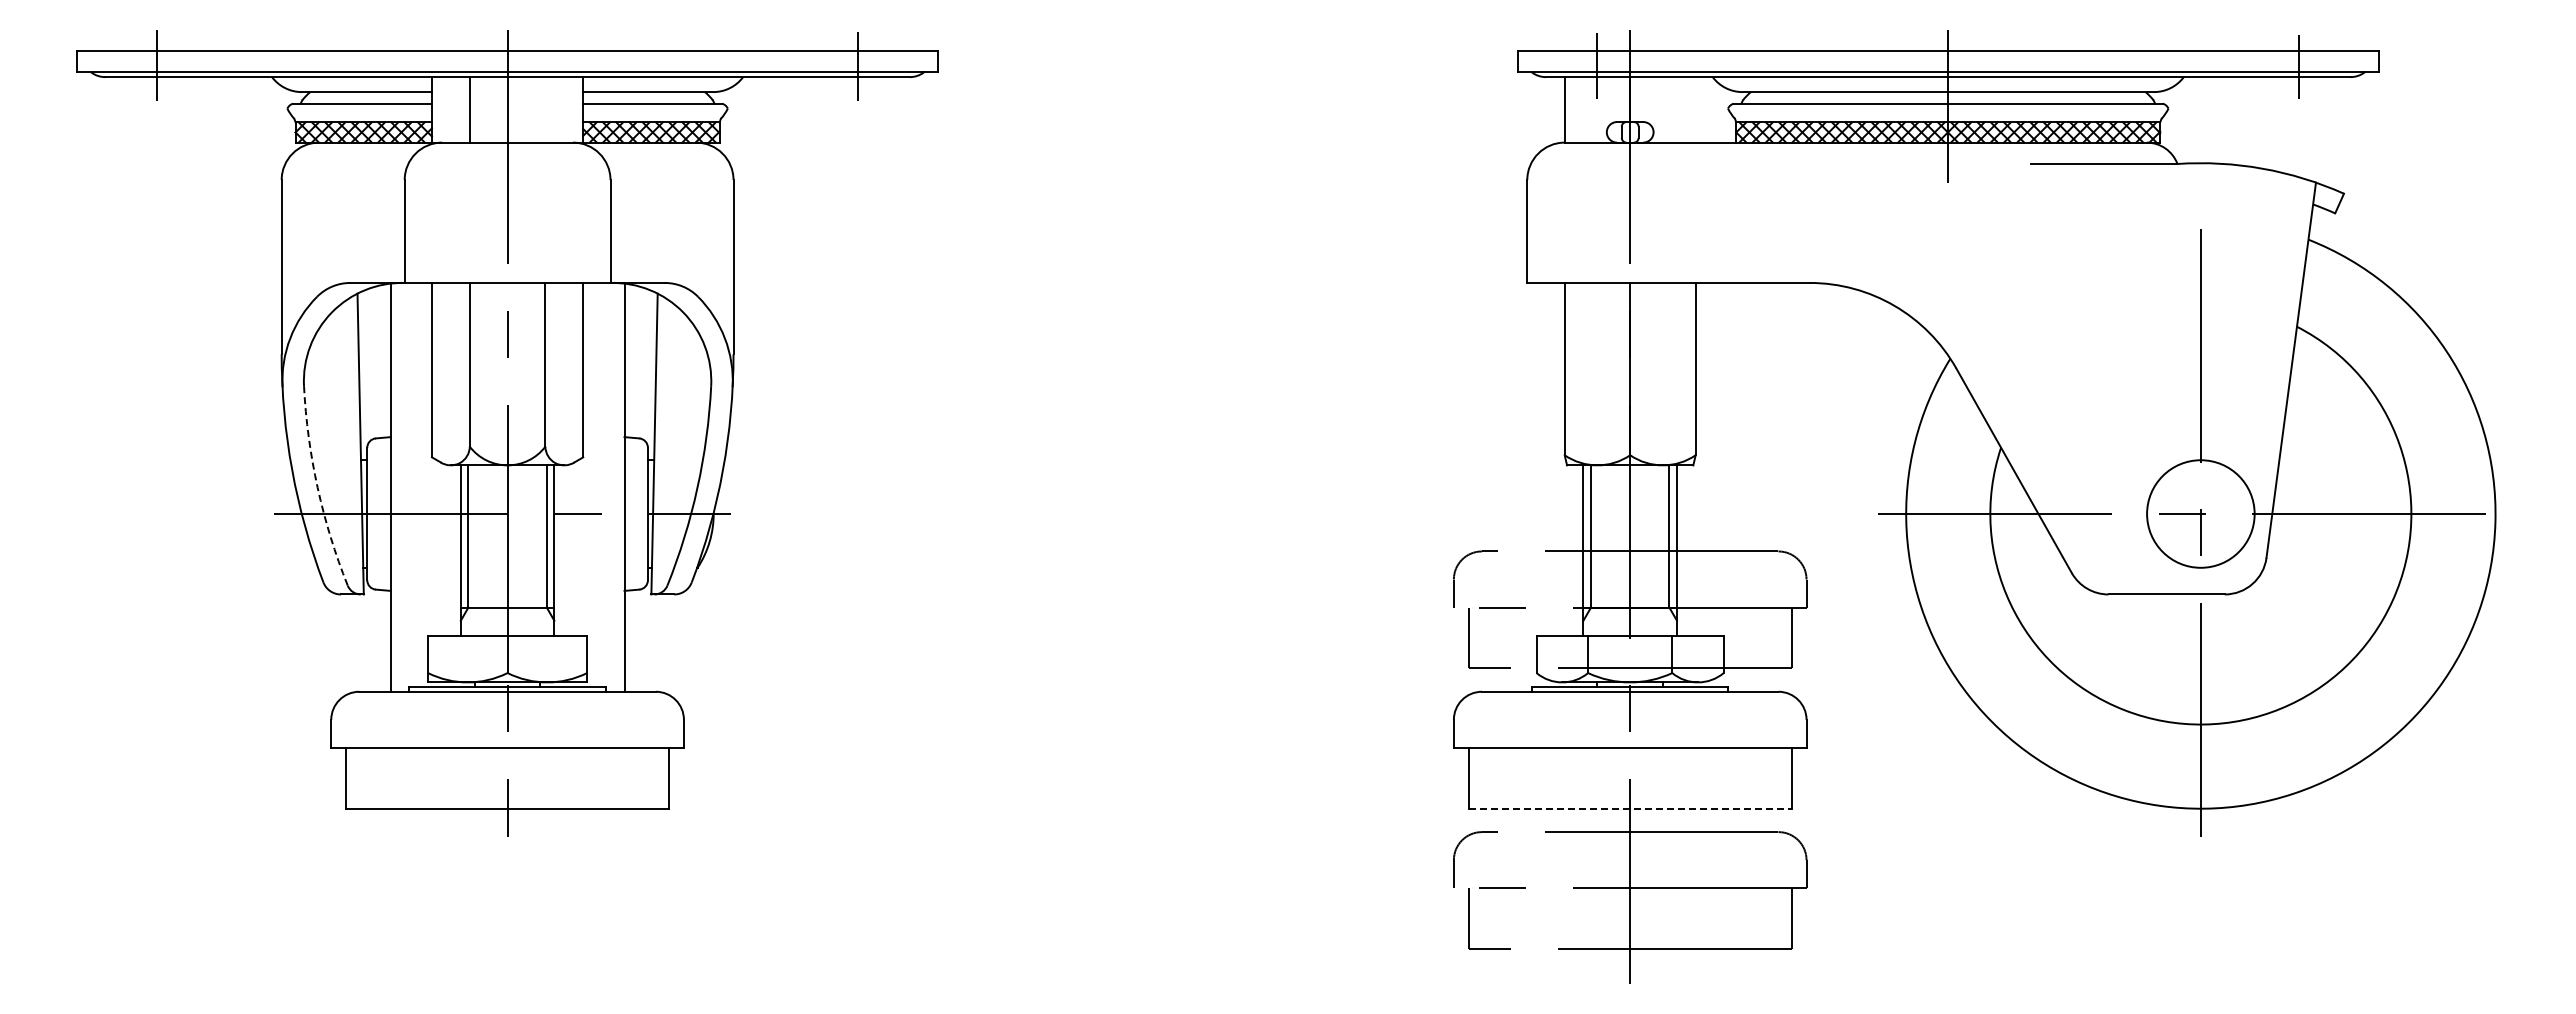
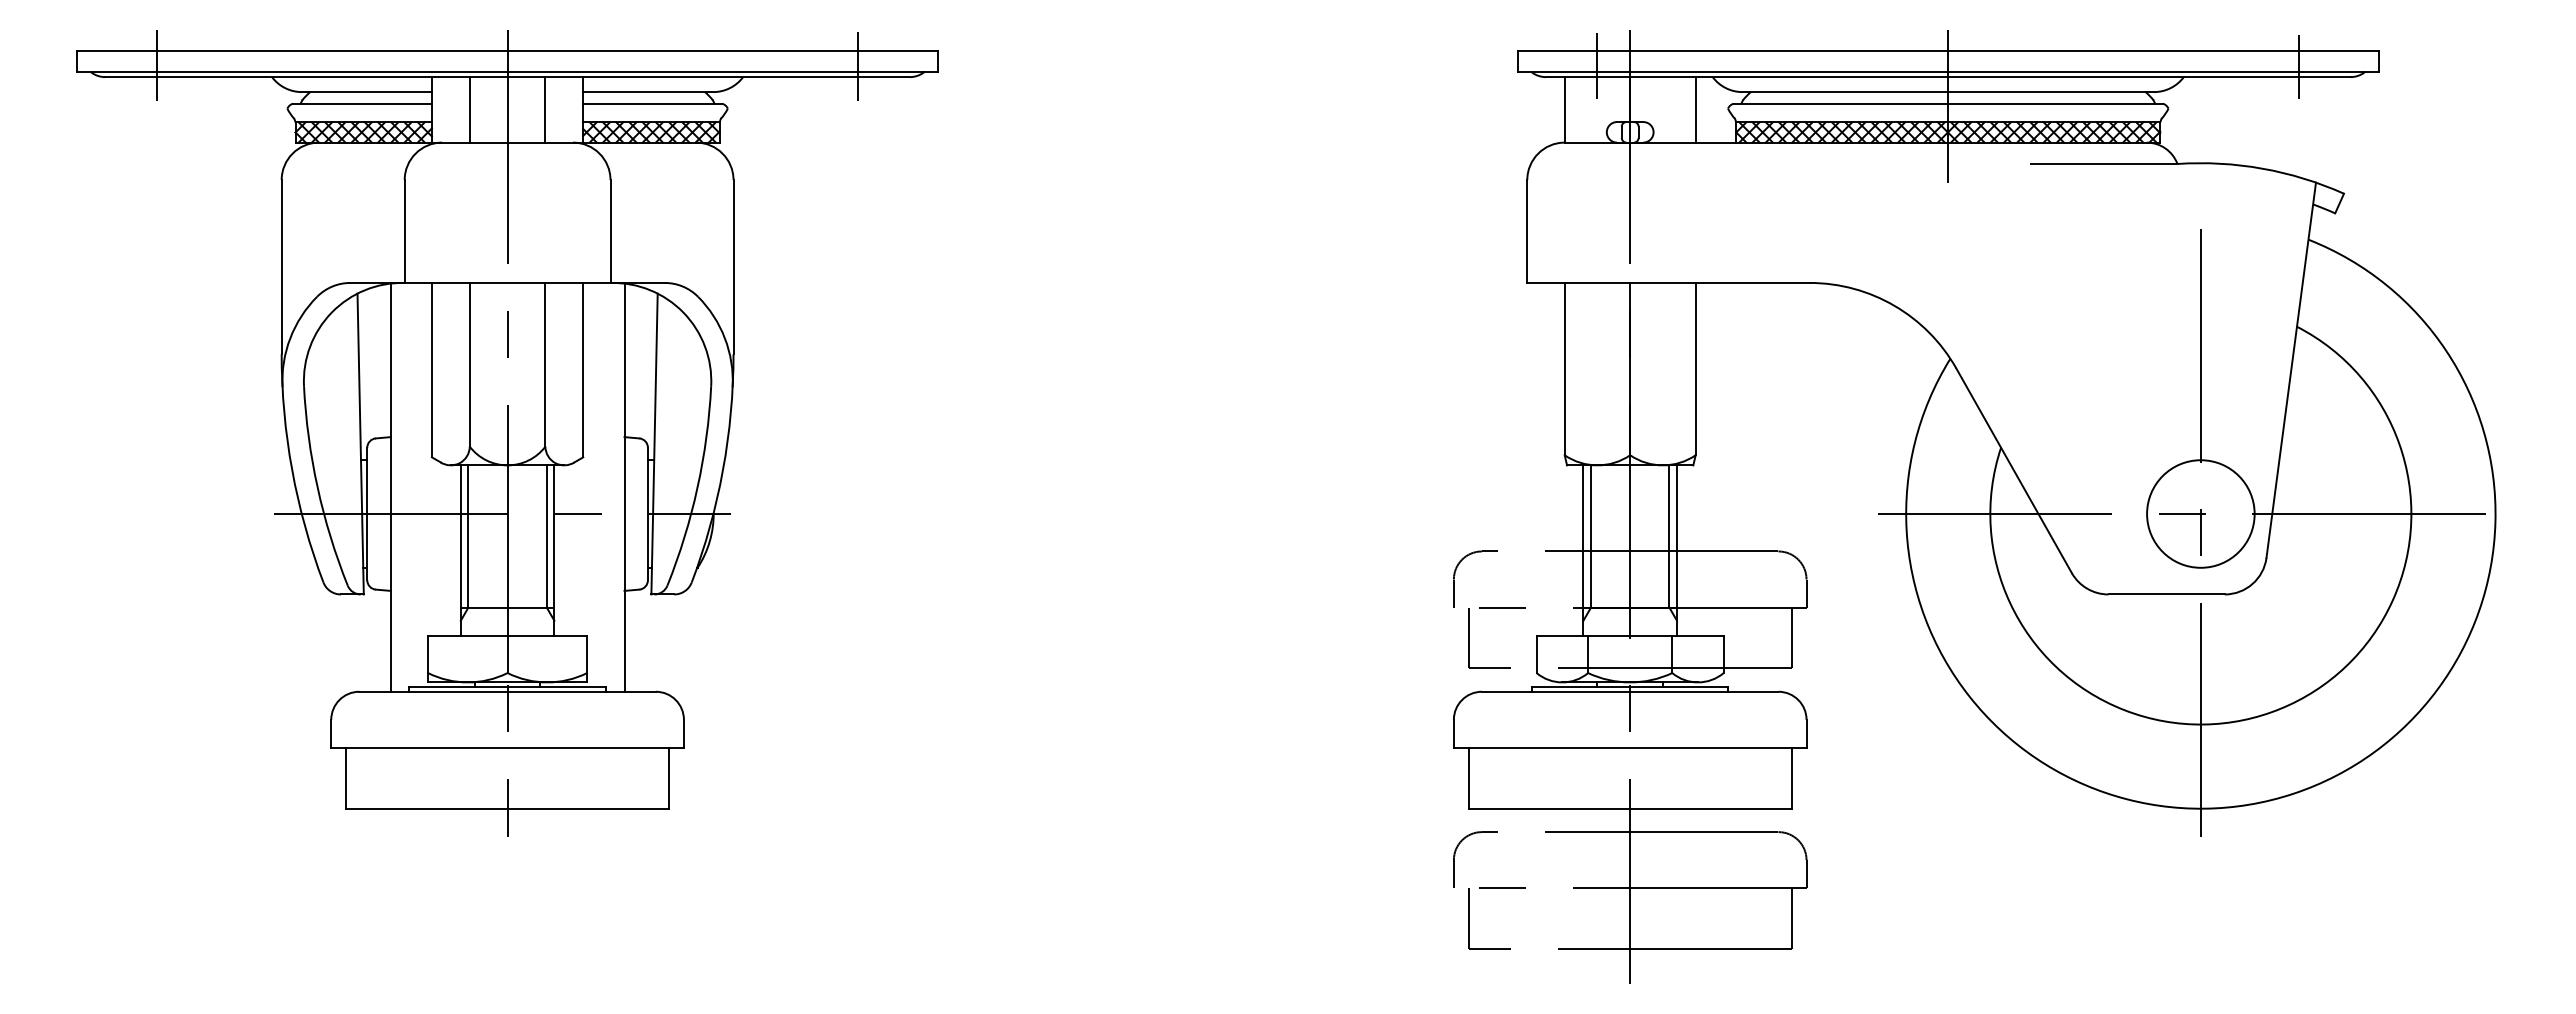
line at (545, 109): none -> present
line at (1695, 109): none -> present
arc at (317, 487): dashed -> solid
line at (1630, 808): dashed -> solid
